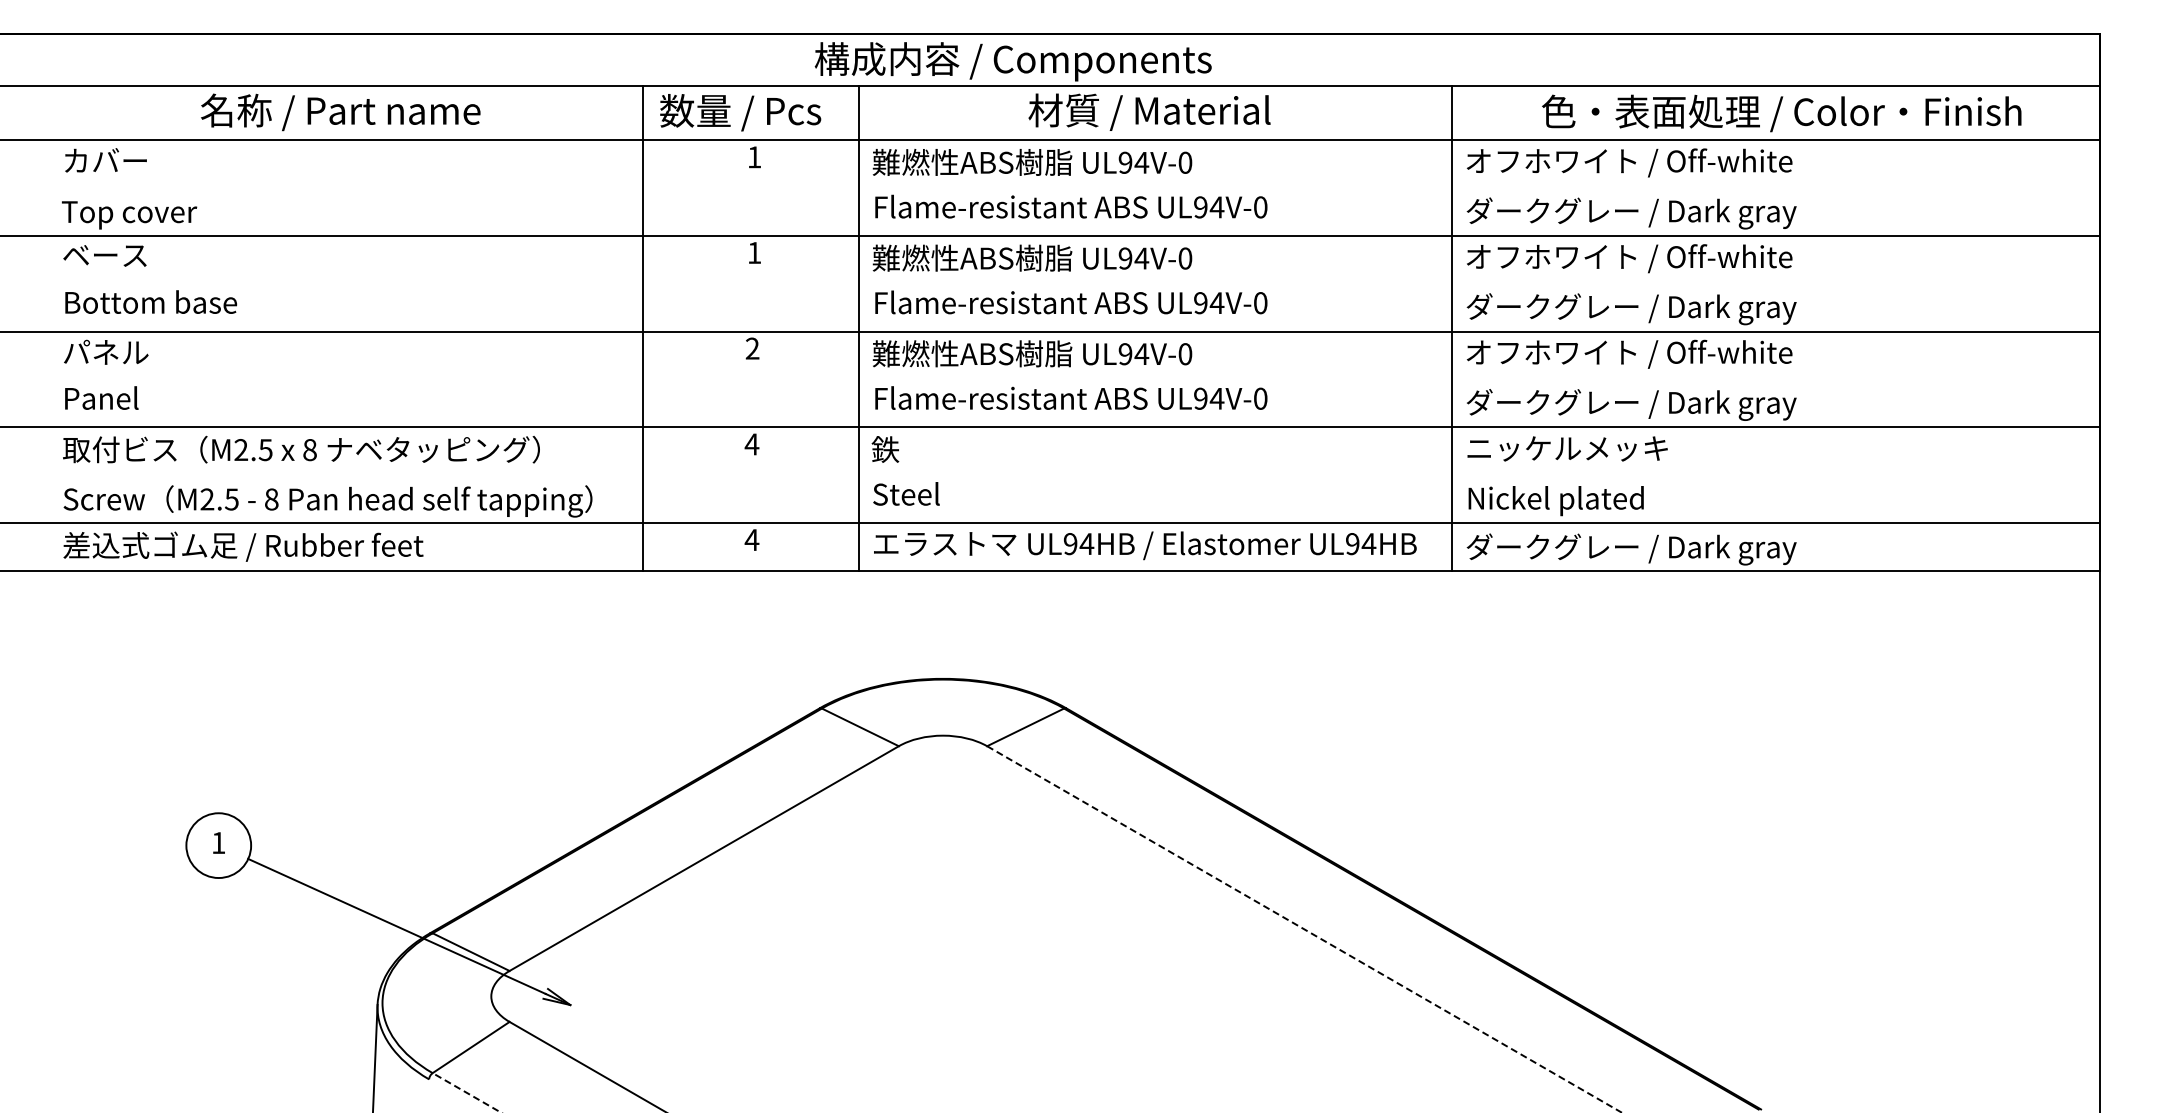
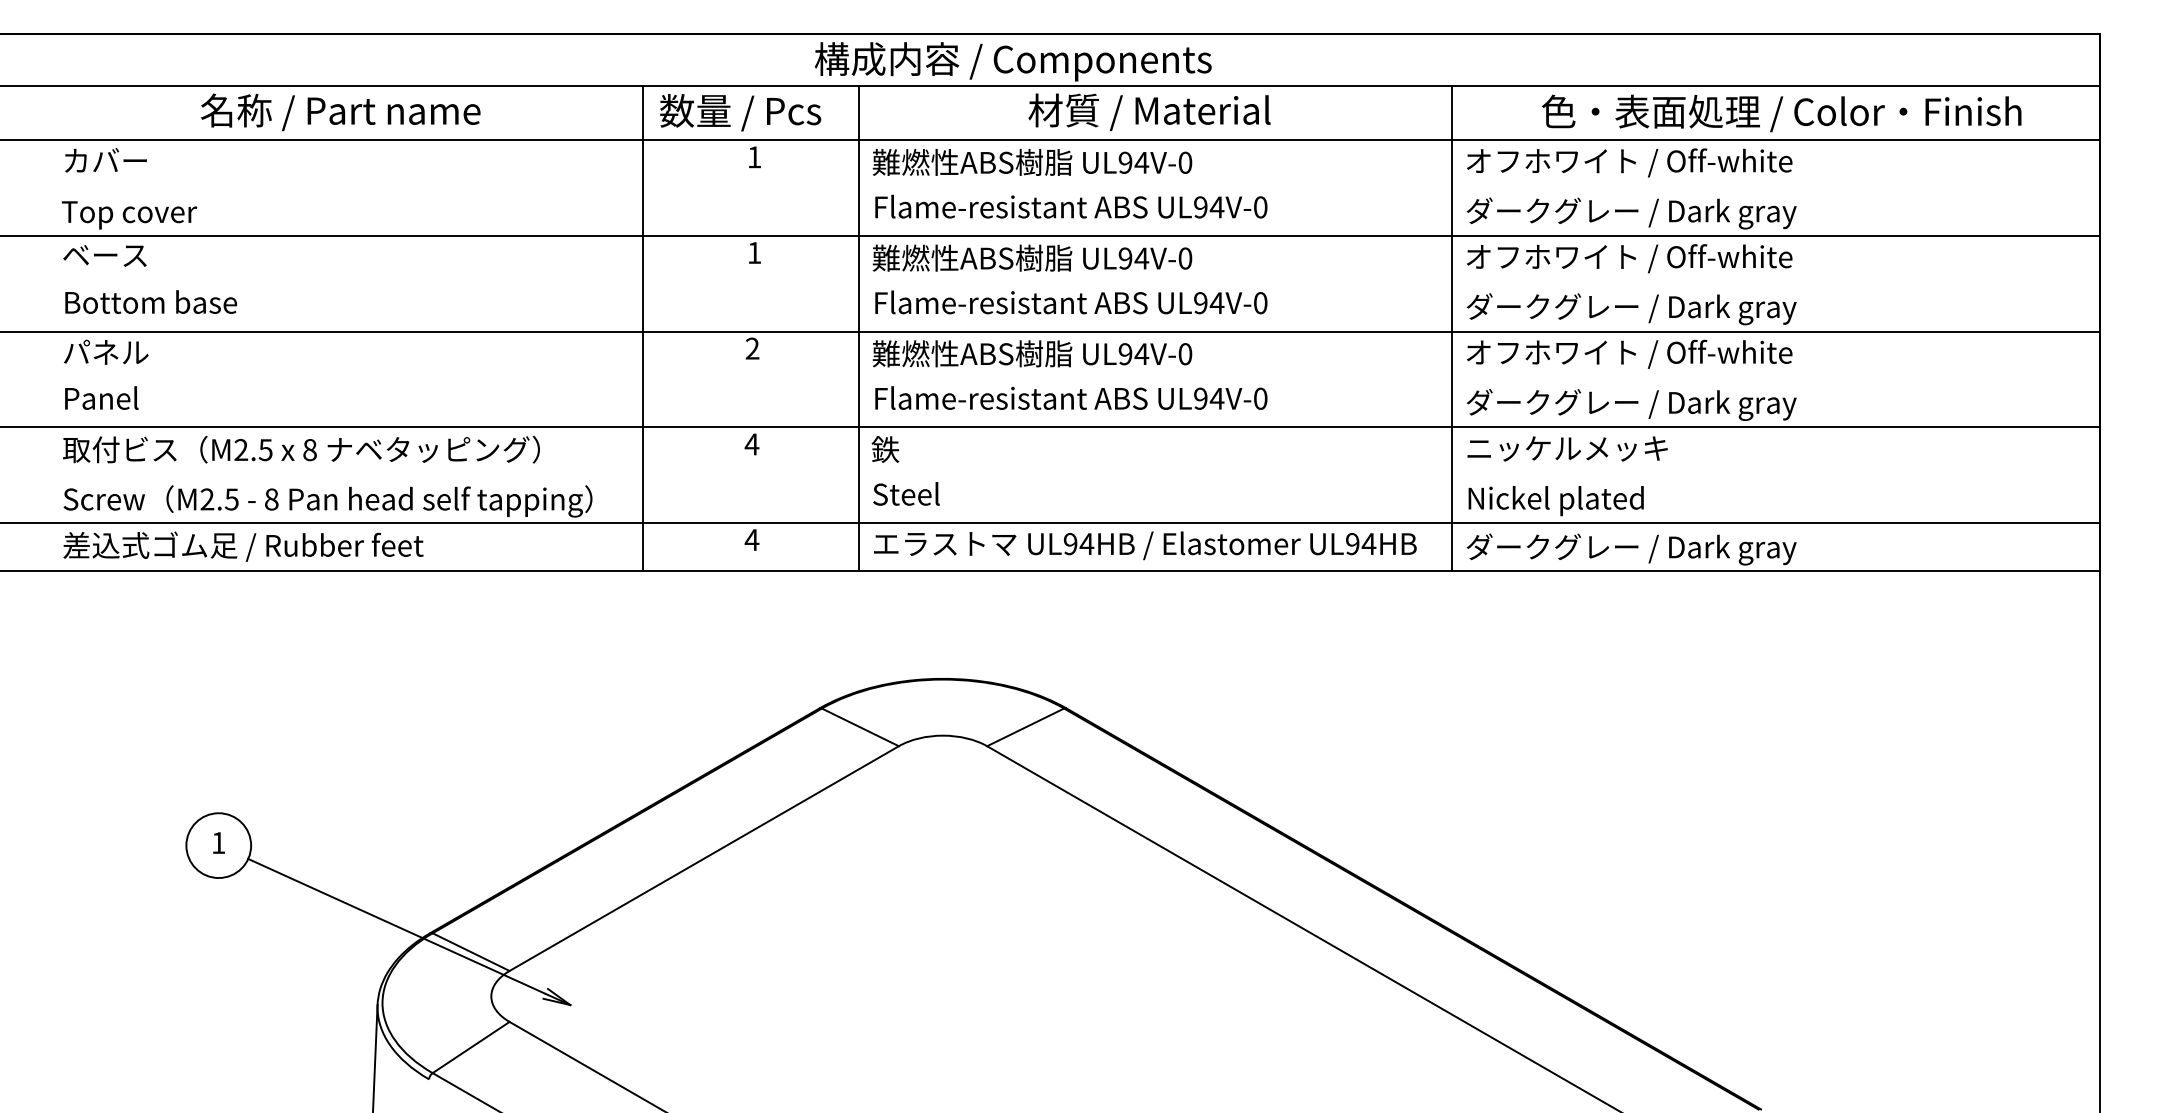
line at (1304, 929): dashed -> solid
line at (466, 1092): dashed -> solid
